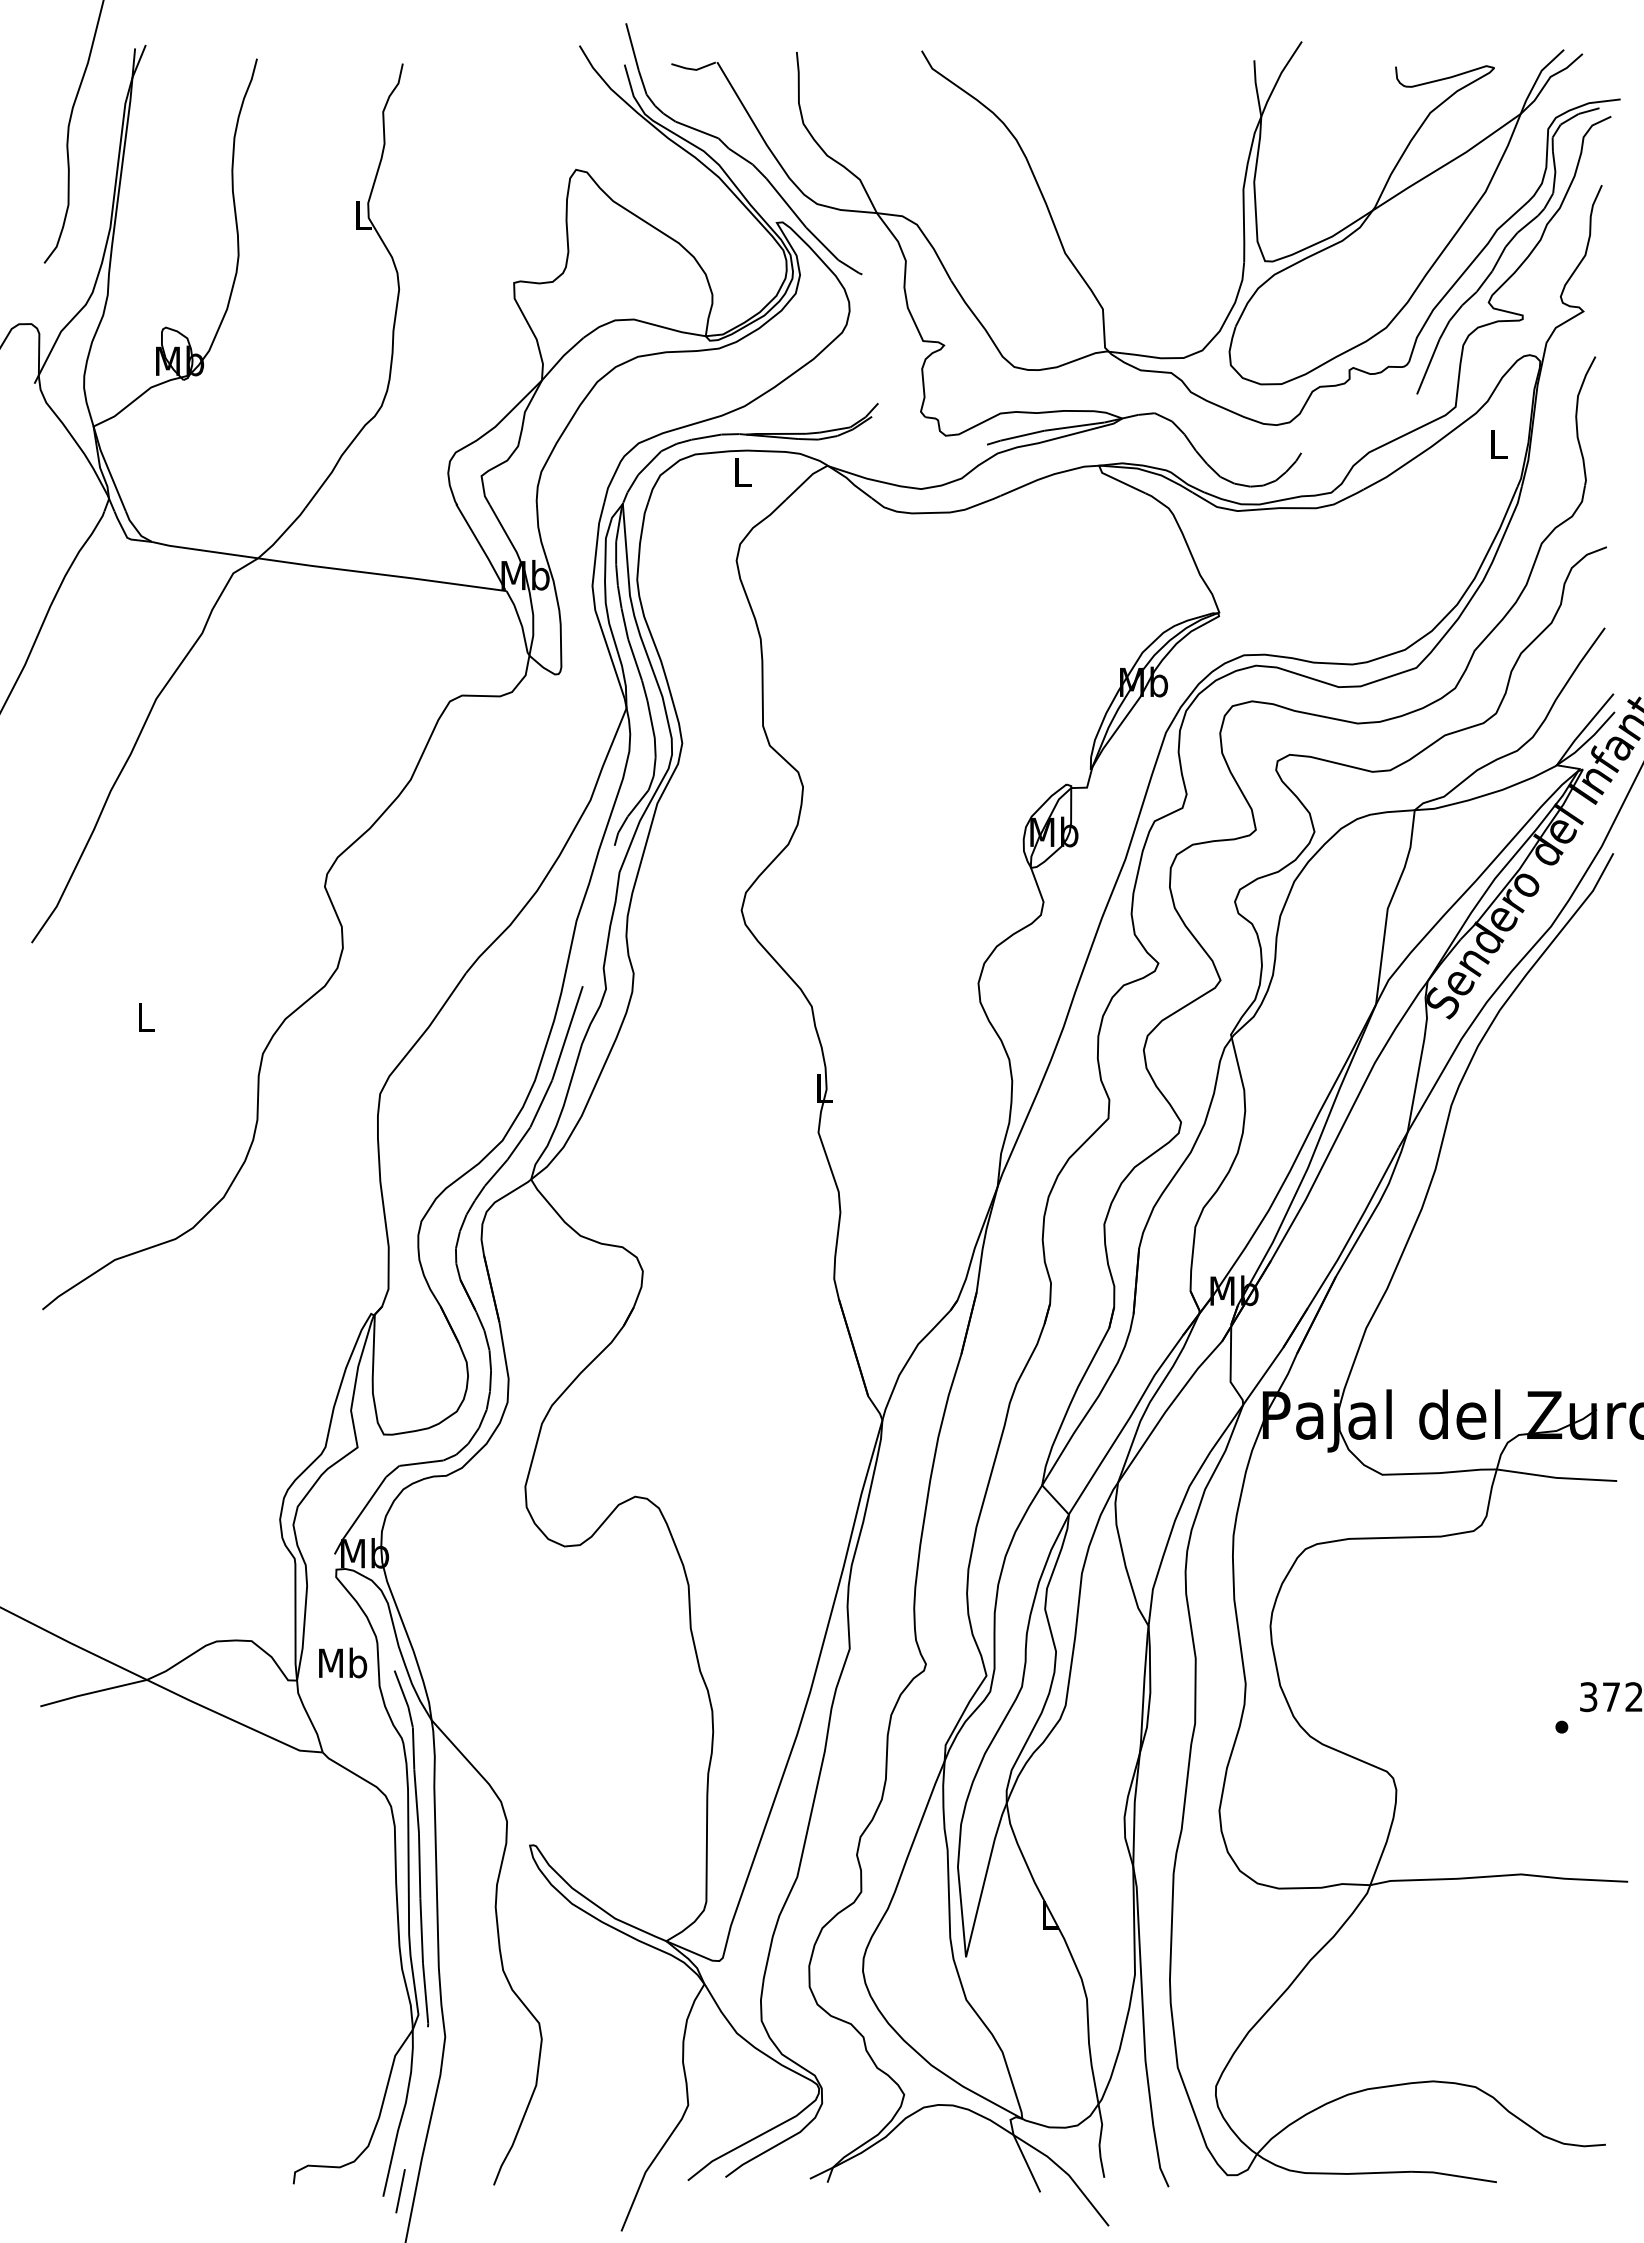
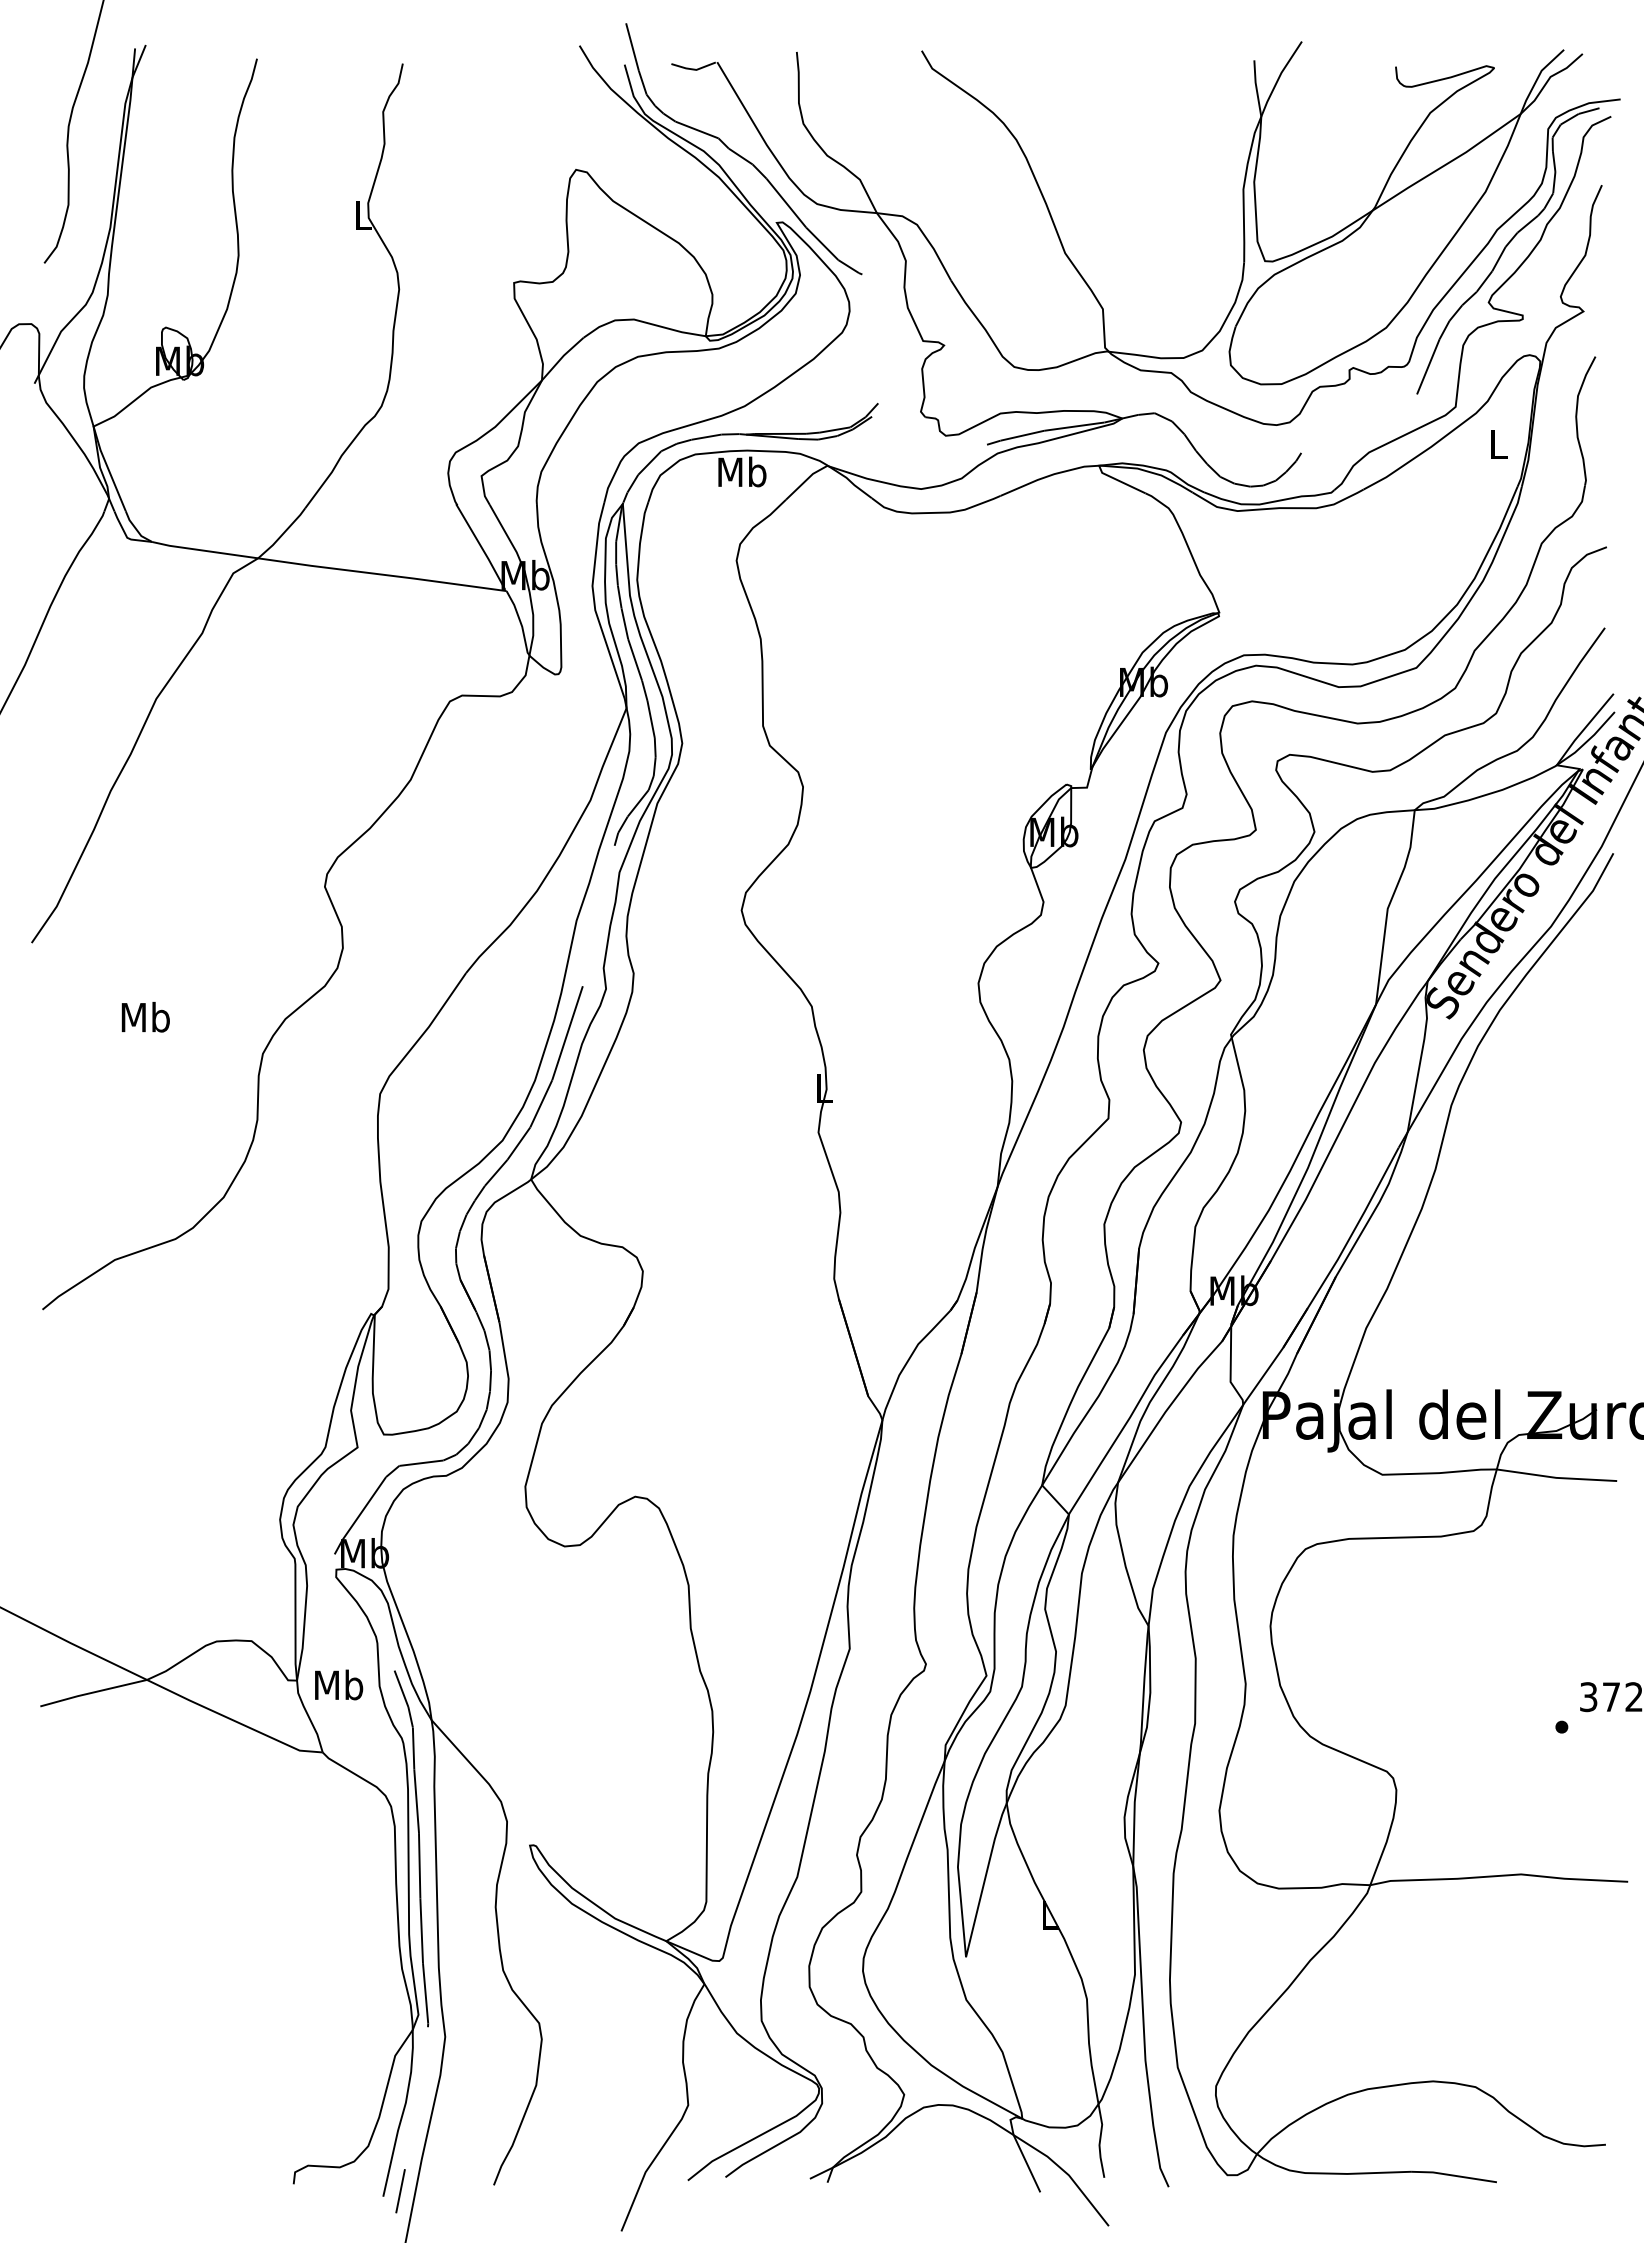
text at (742, 471): L -> Mb
text at (145, 1016): L -> Mb
text at (343, 1662) position: (343, 1662) -> (339, 1684)
